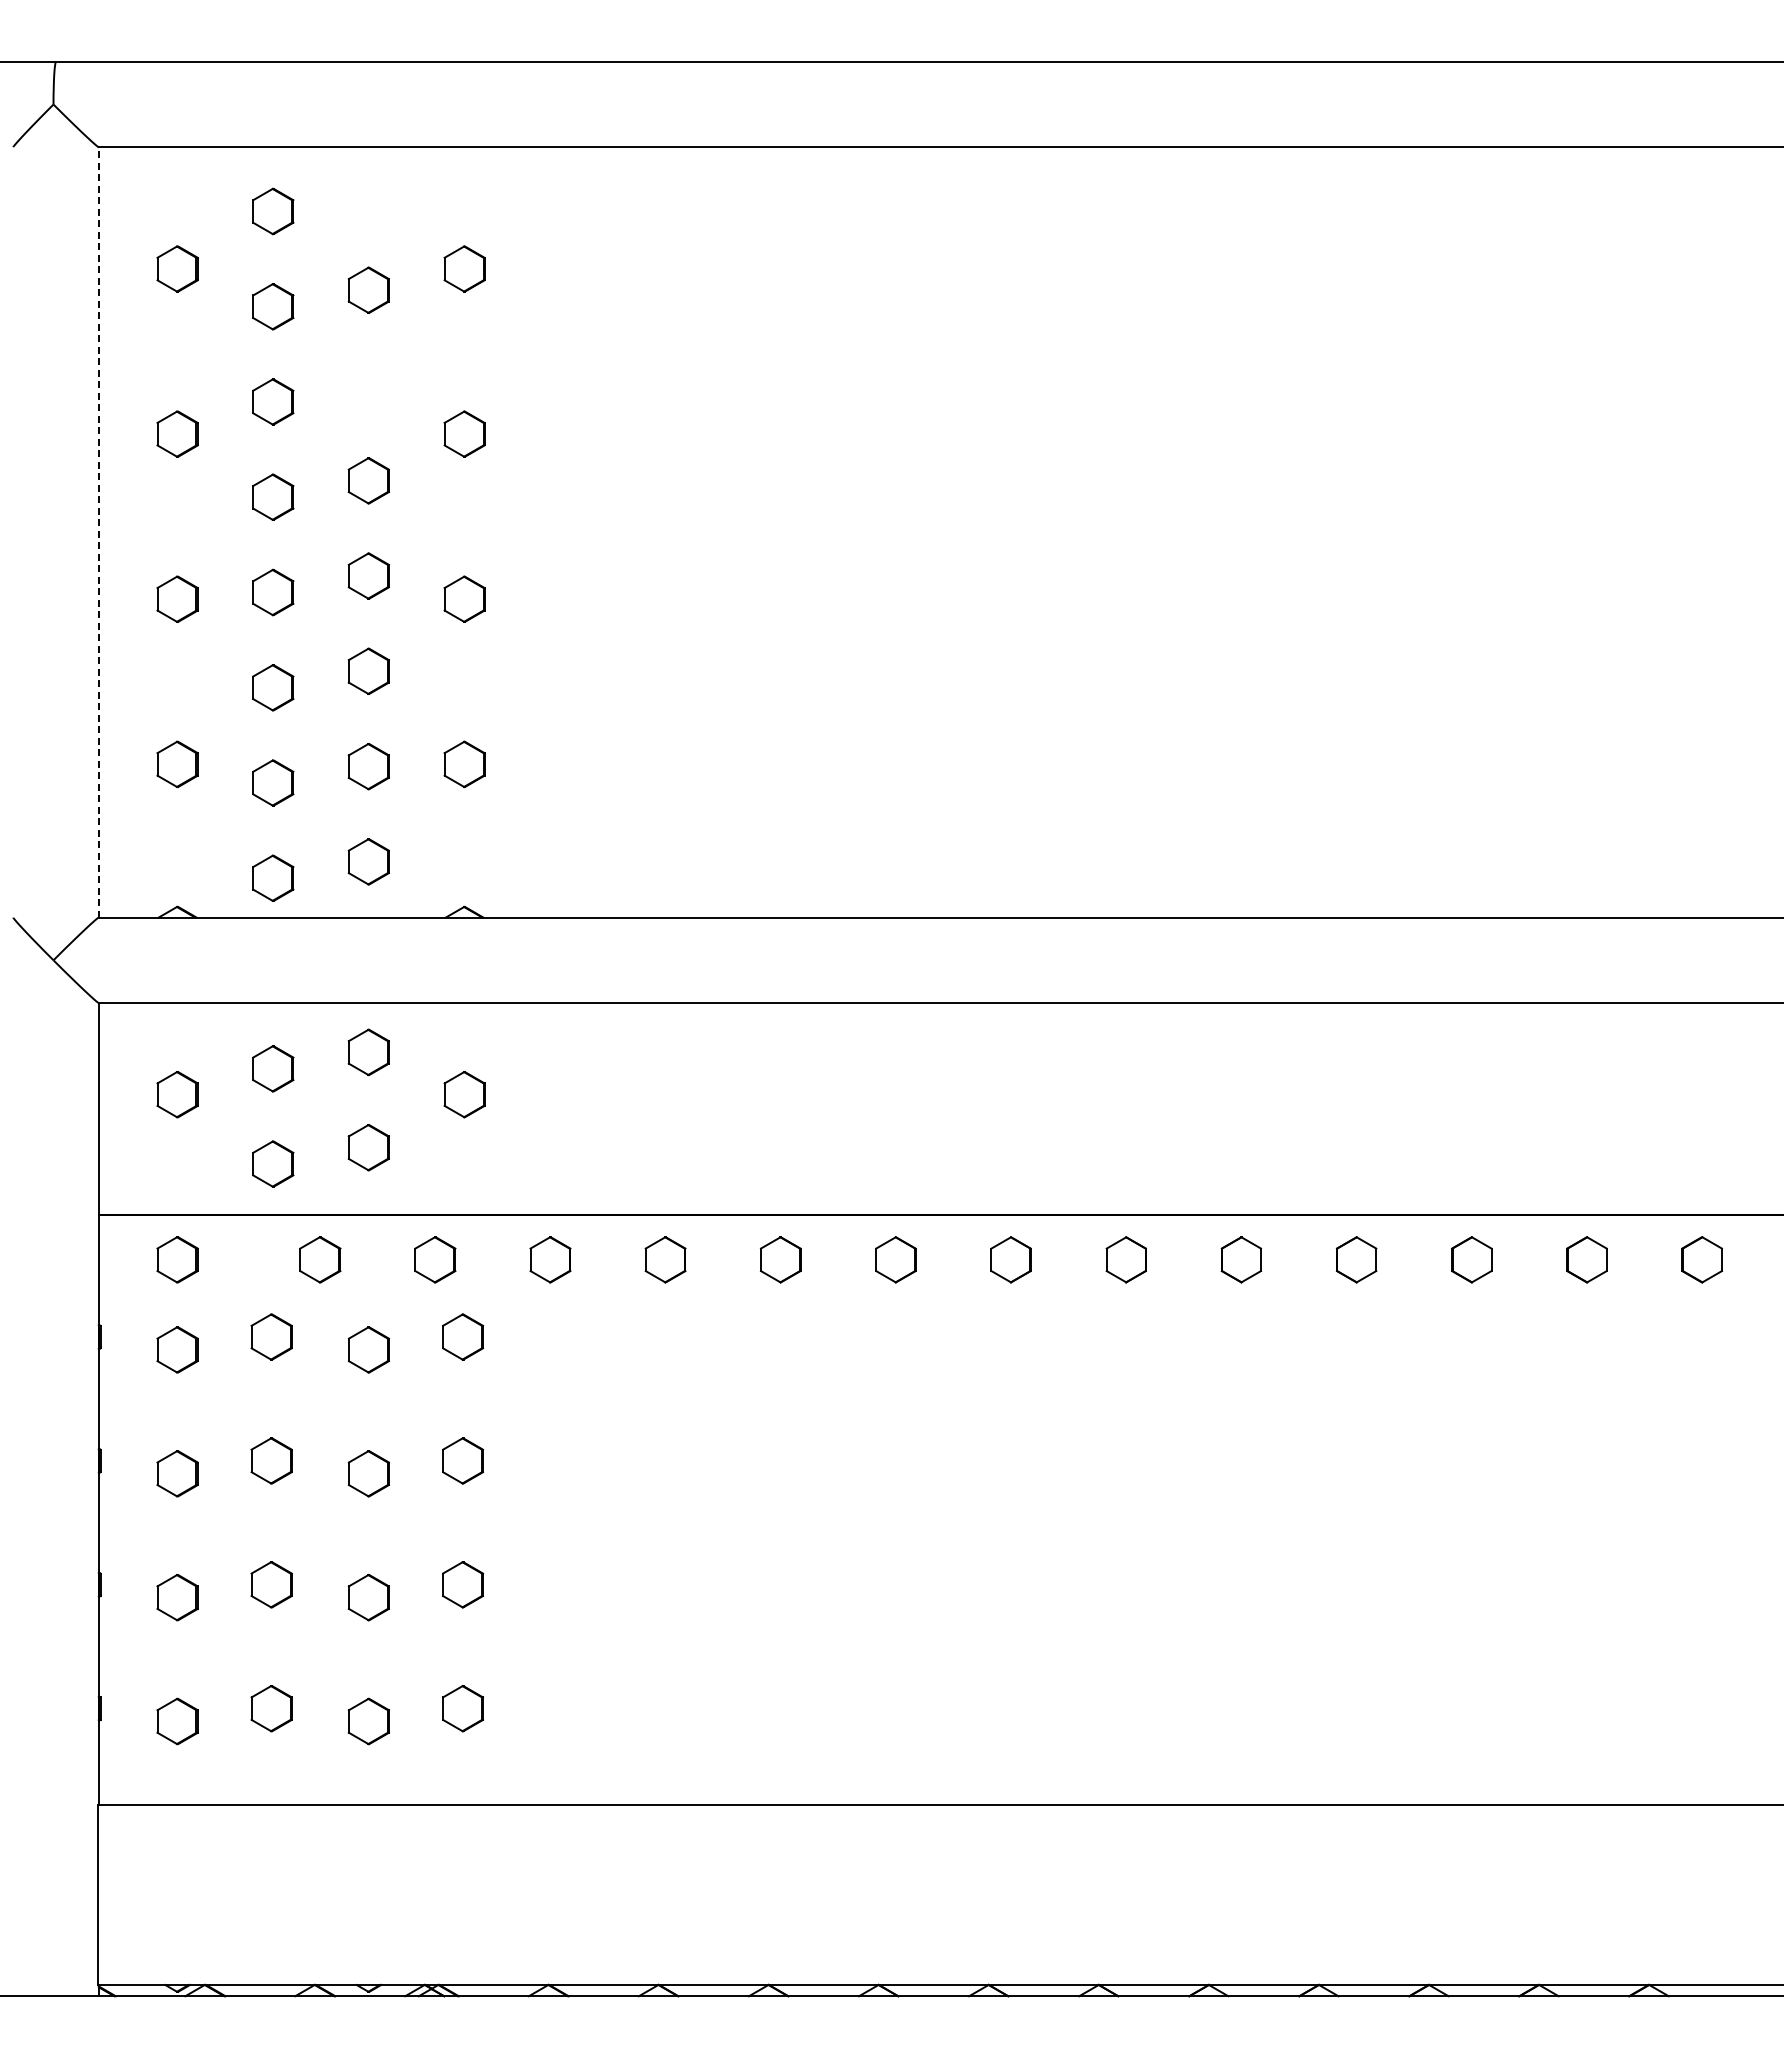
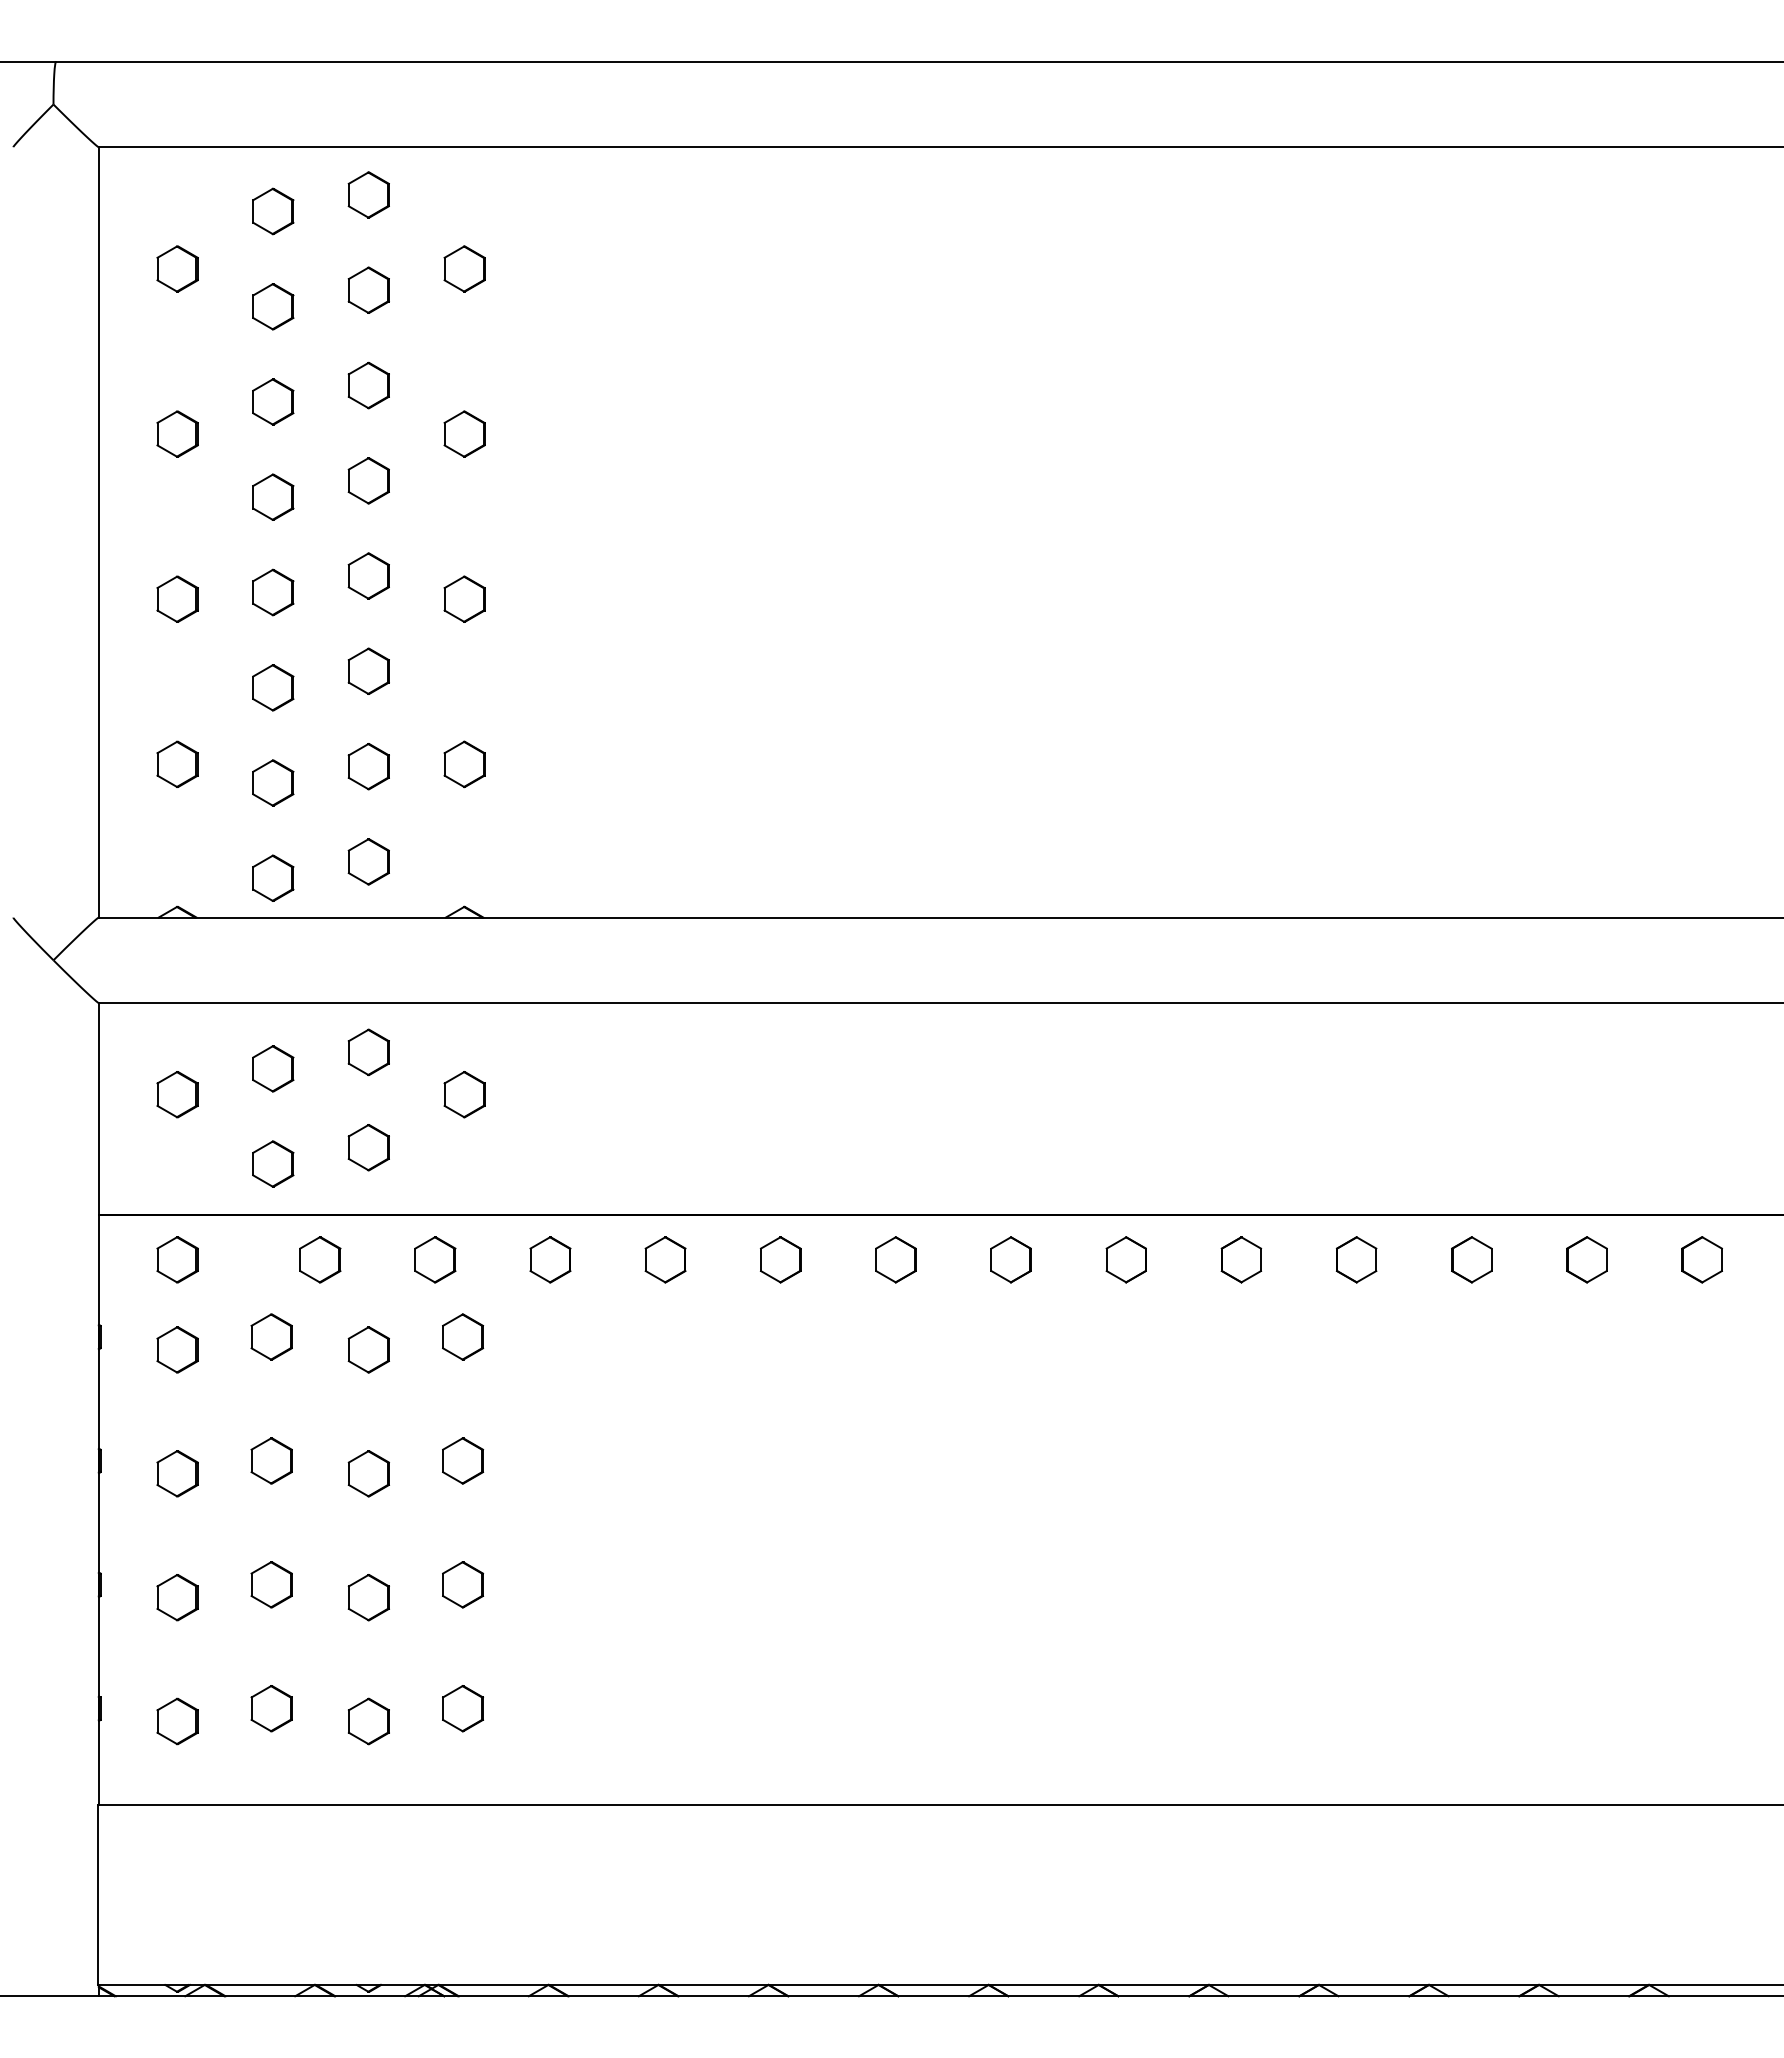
part at (368, 194): none -> present
part at (368, 385): none -> present
line at (98, 531): dashed -> solid
